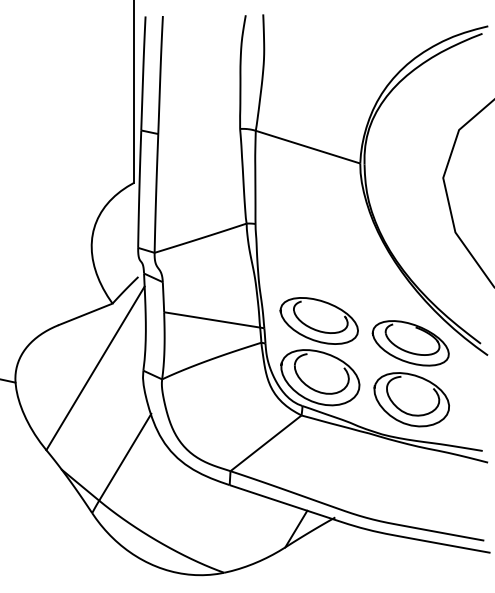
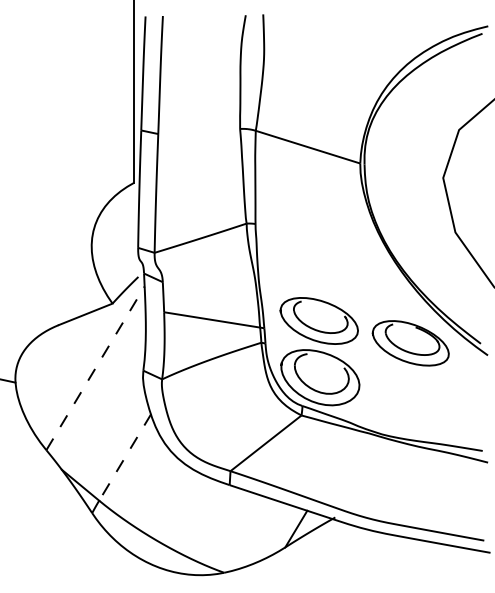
line at (95, 367): solid -> dashed
part at (411, 399): present -> none
line at (125, 457): solid -> dashed
